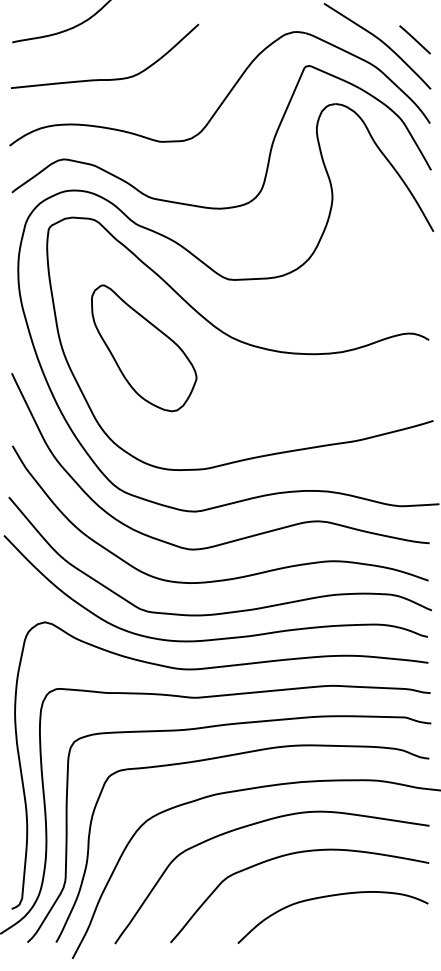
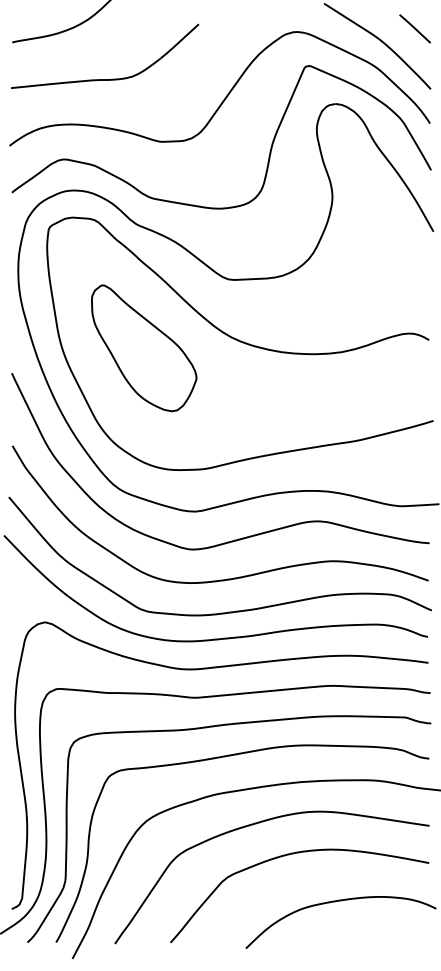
line at (414, 39) position: (414, 39) -> (414, 28)
curve at (327, 897) position: (327, 897) -> (335, 902)
